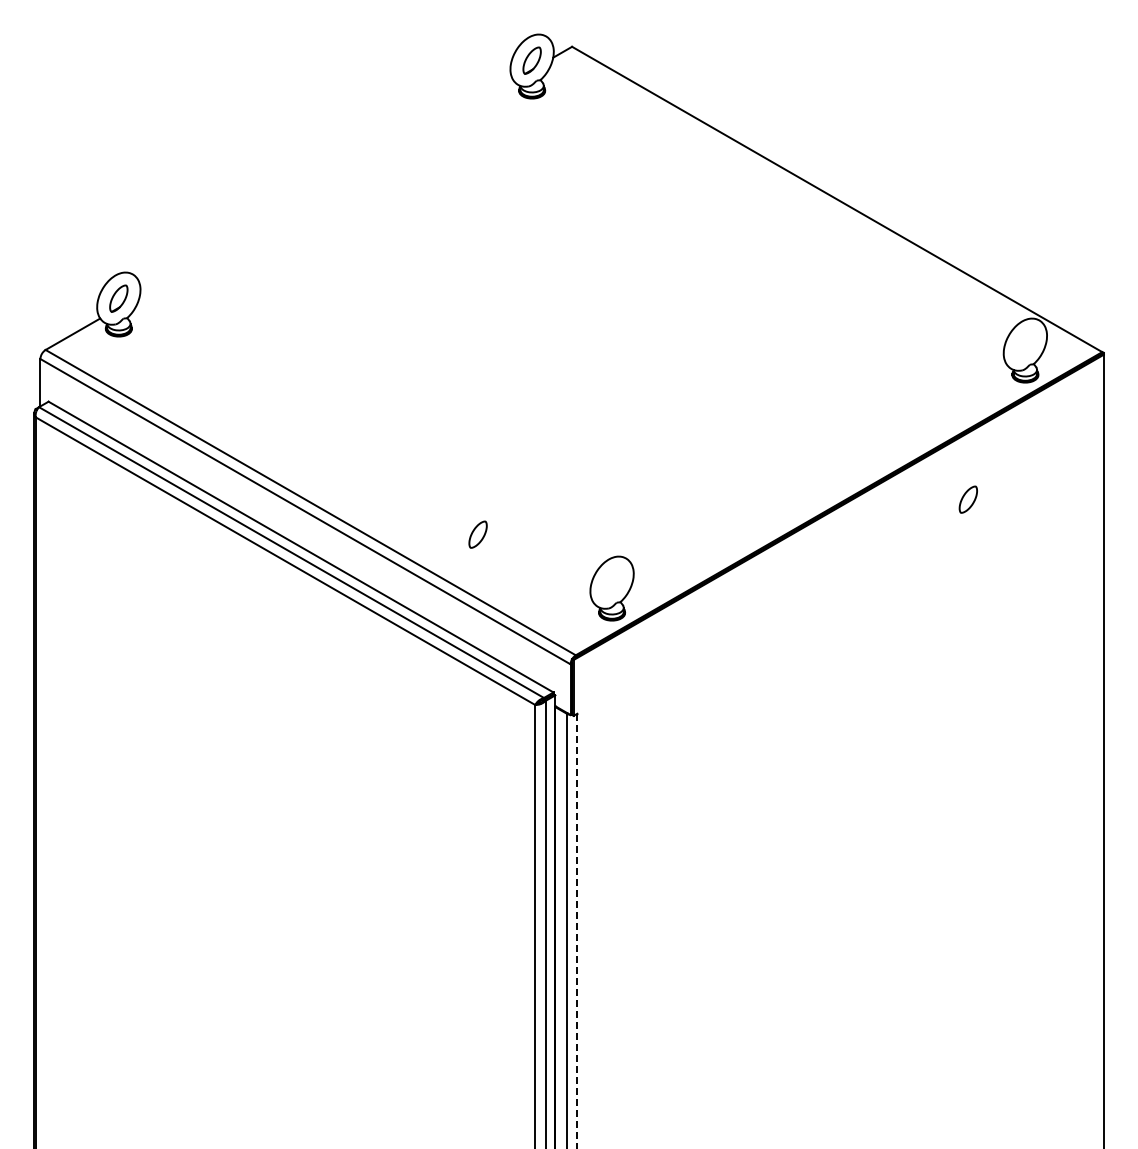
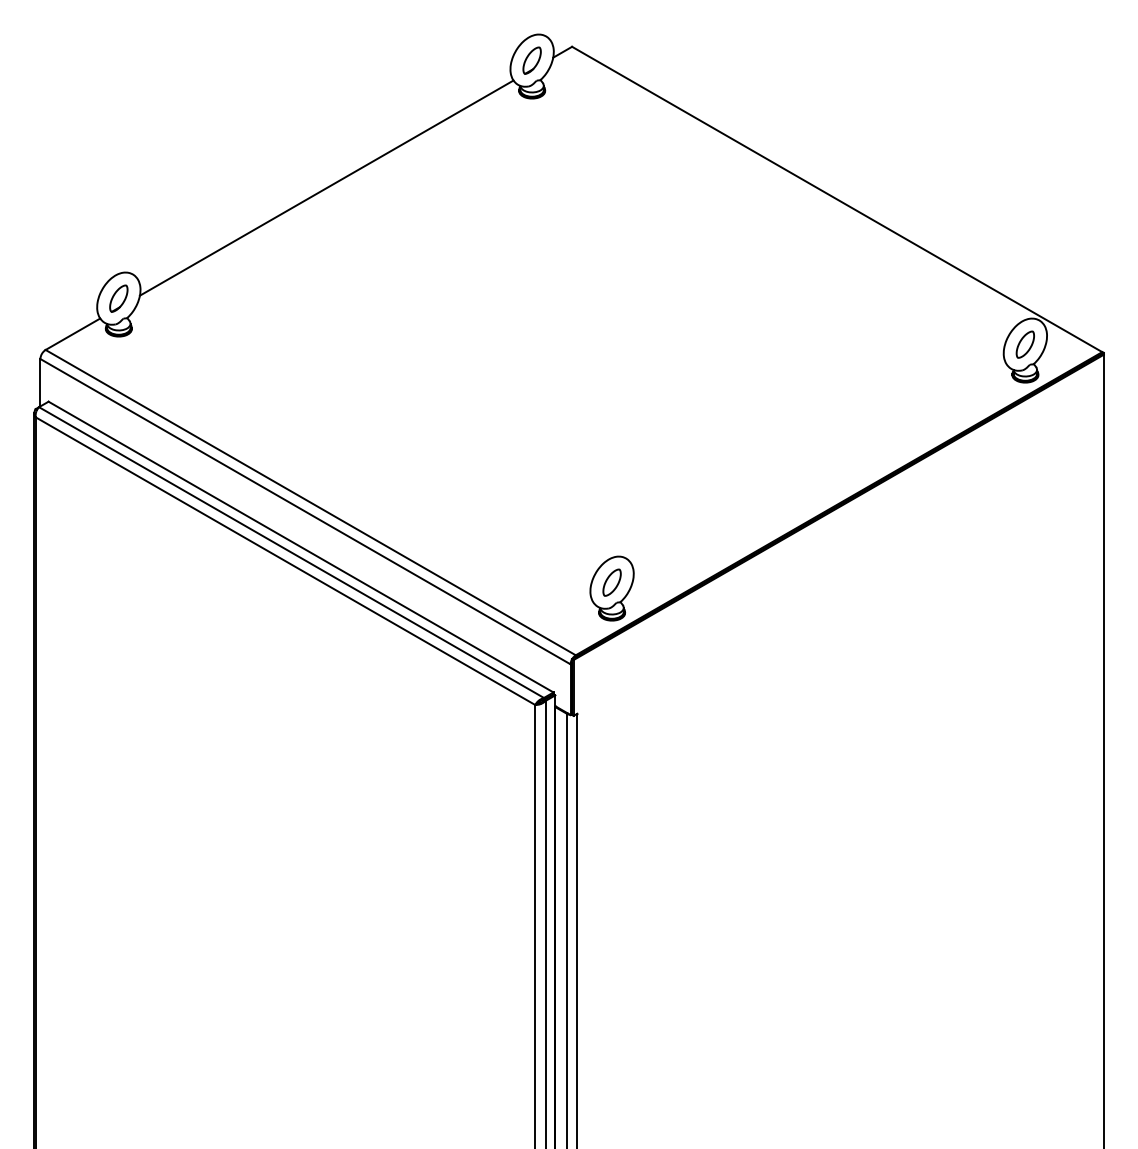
line at (326, 187): none -> present
part at (967, 499) position: (967, 499) -> (1024, 344)
part at (477, 534) position: (477, 534) -> (611, 582)
line at (577, 931): dashed -> solid
